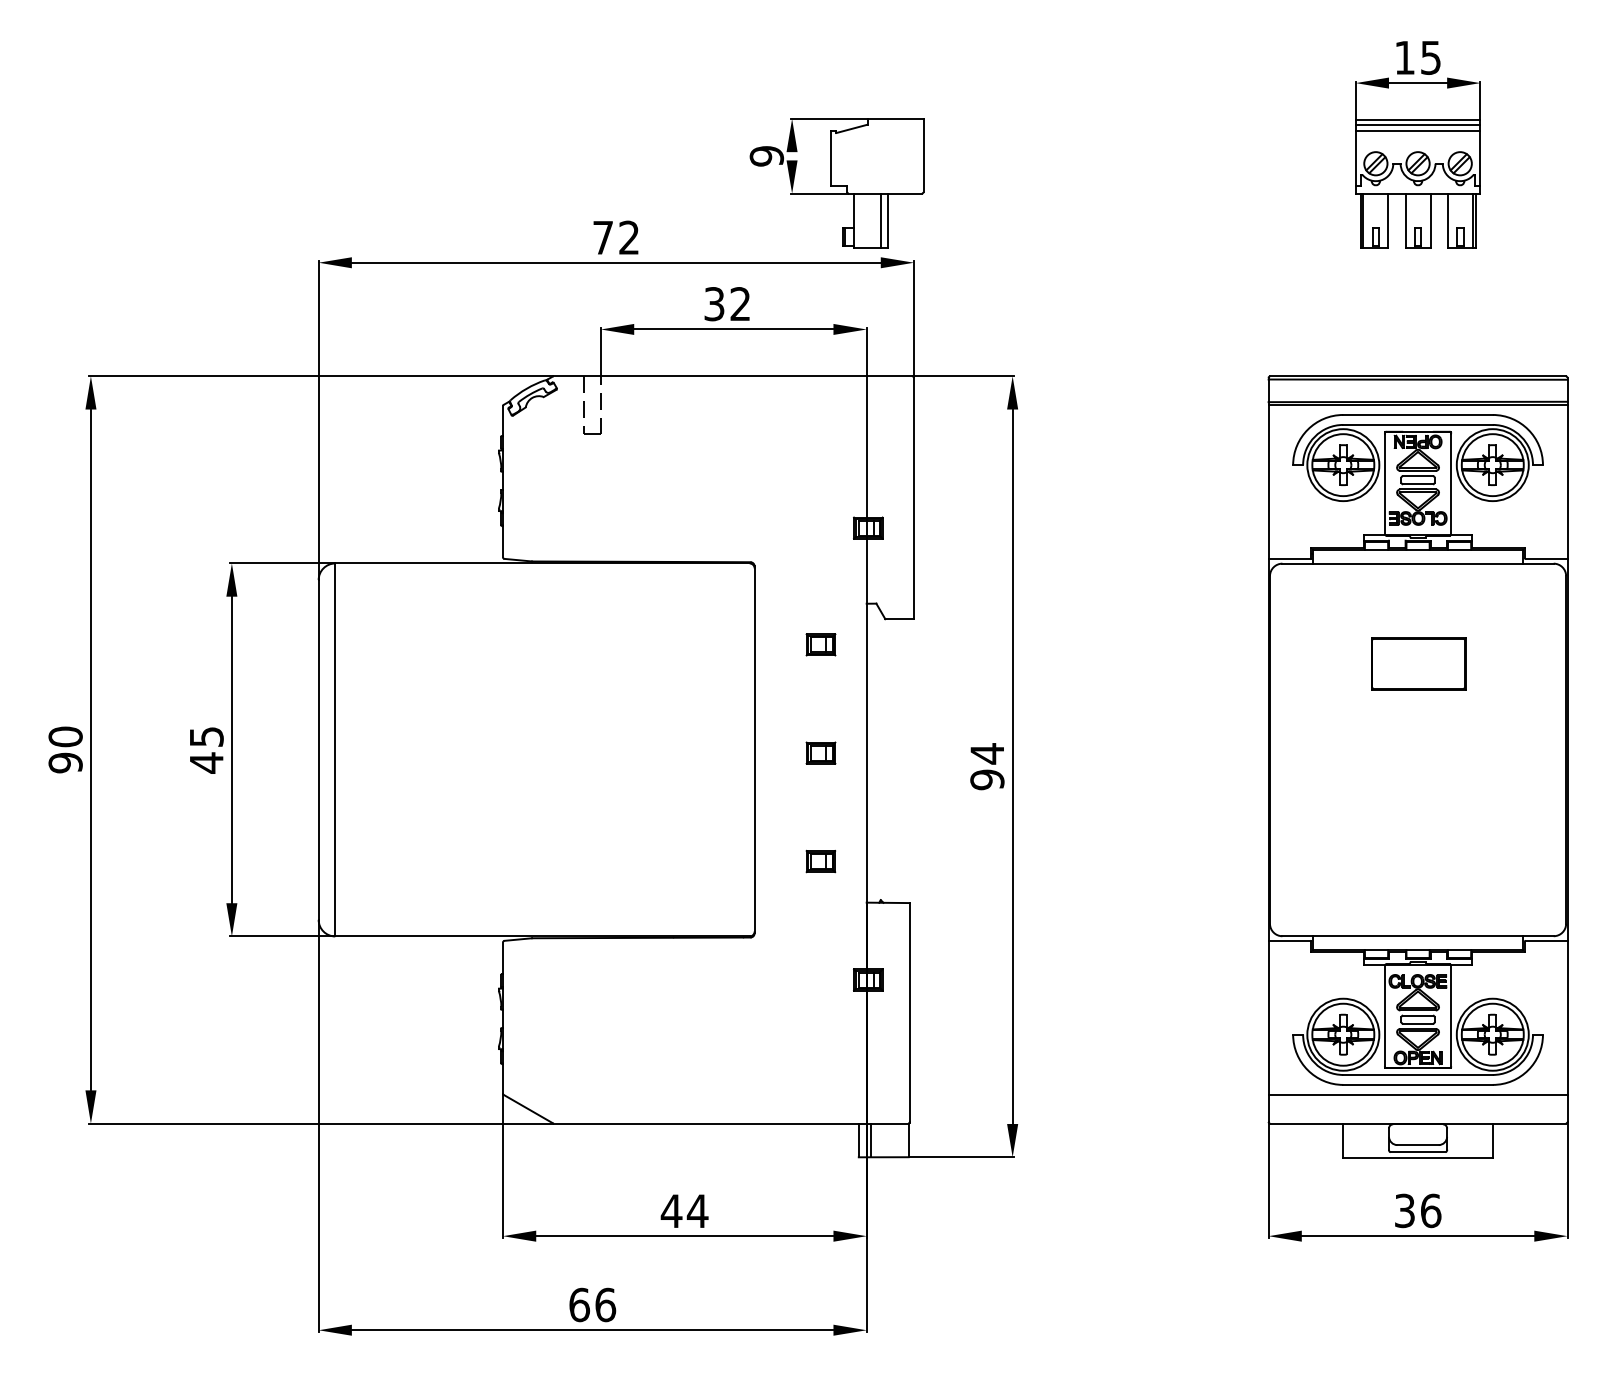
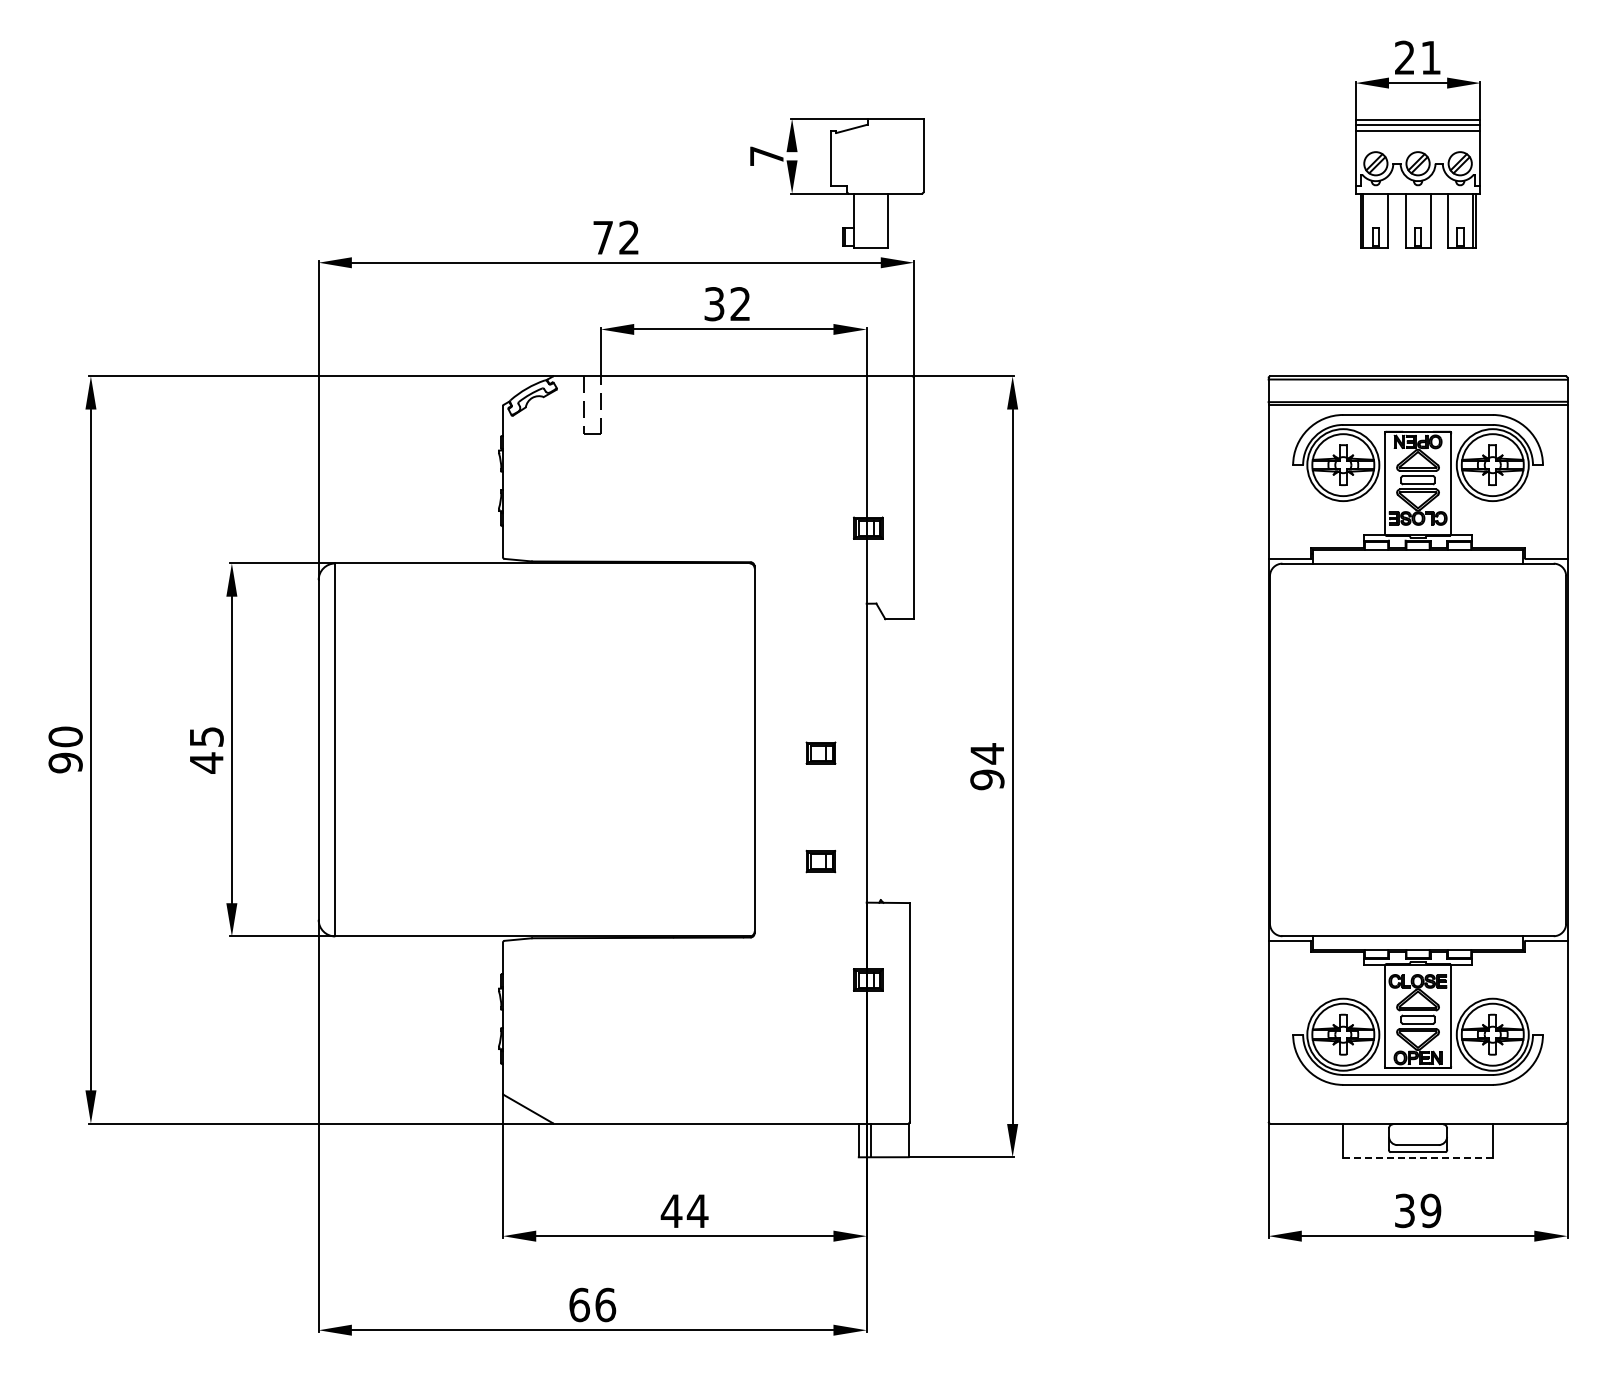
text at (1417, 57): 15 -> 21
text at (766, 156): 9 -> 7
line at (881, 220): present -> none
part at (820, 644): present -> none
part at (1418, 663): present -> none
line at (1417, 1094): present -> none
line at (1418, 1157): solid -> dashed
text at (1430, 1210): 36 -> 39
